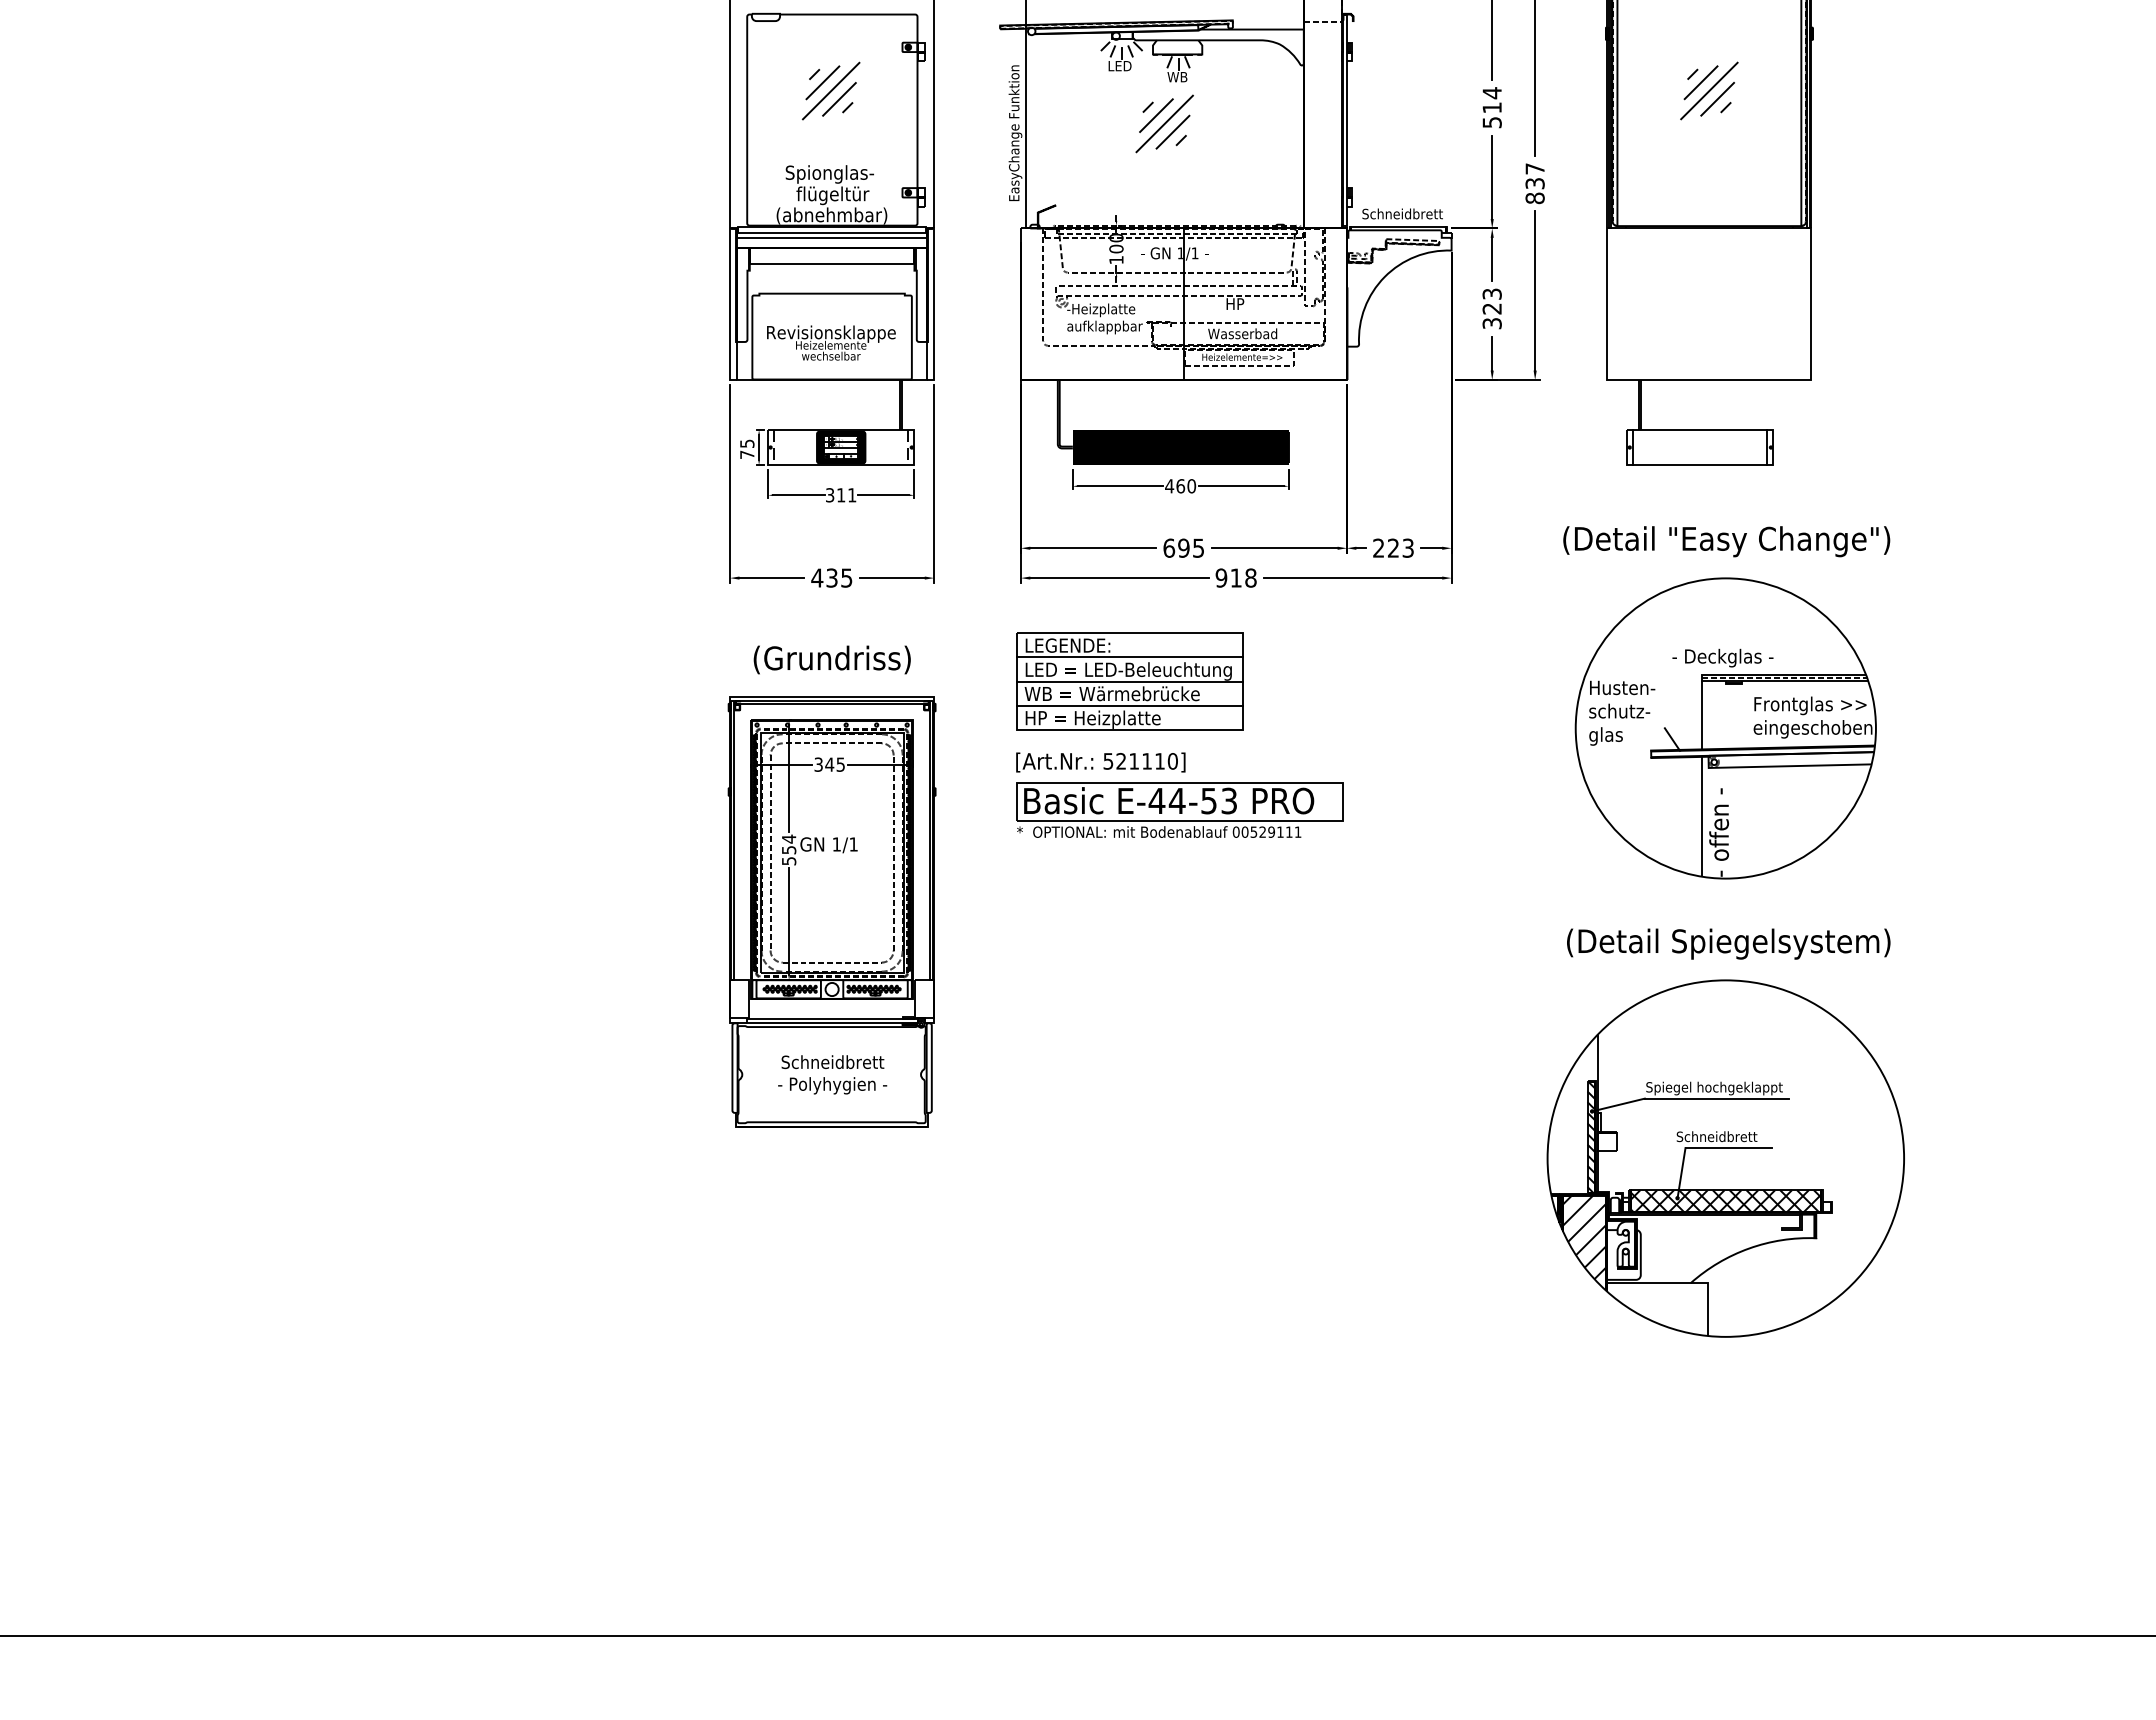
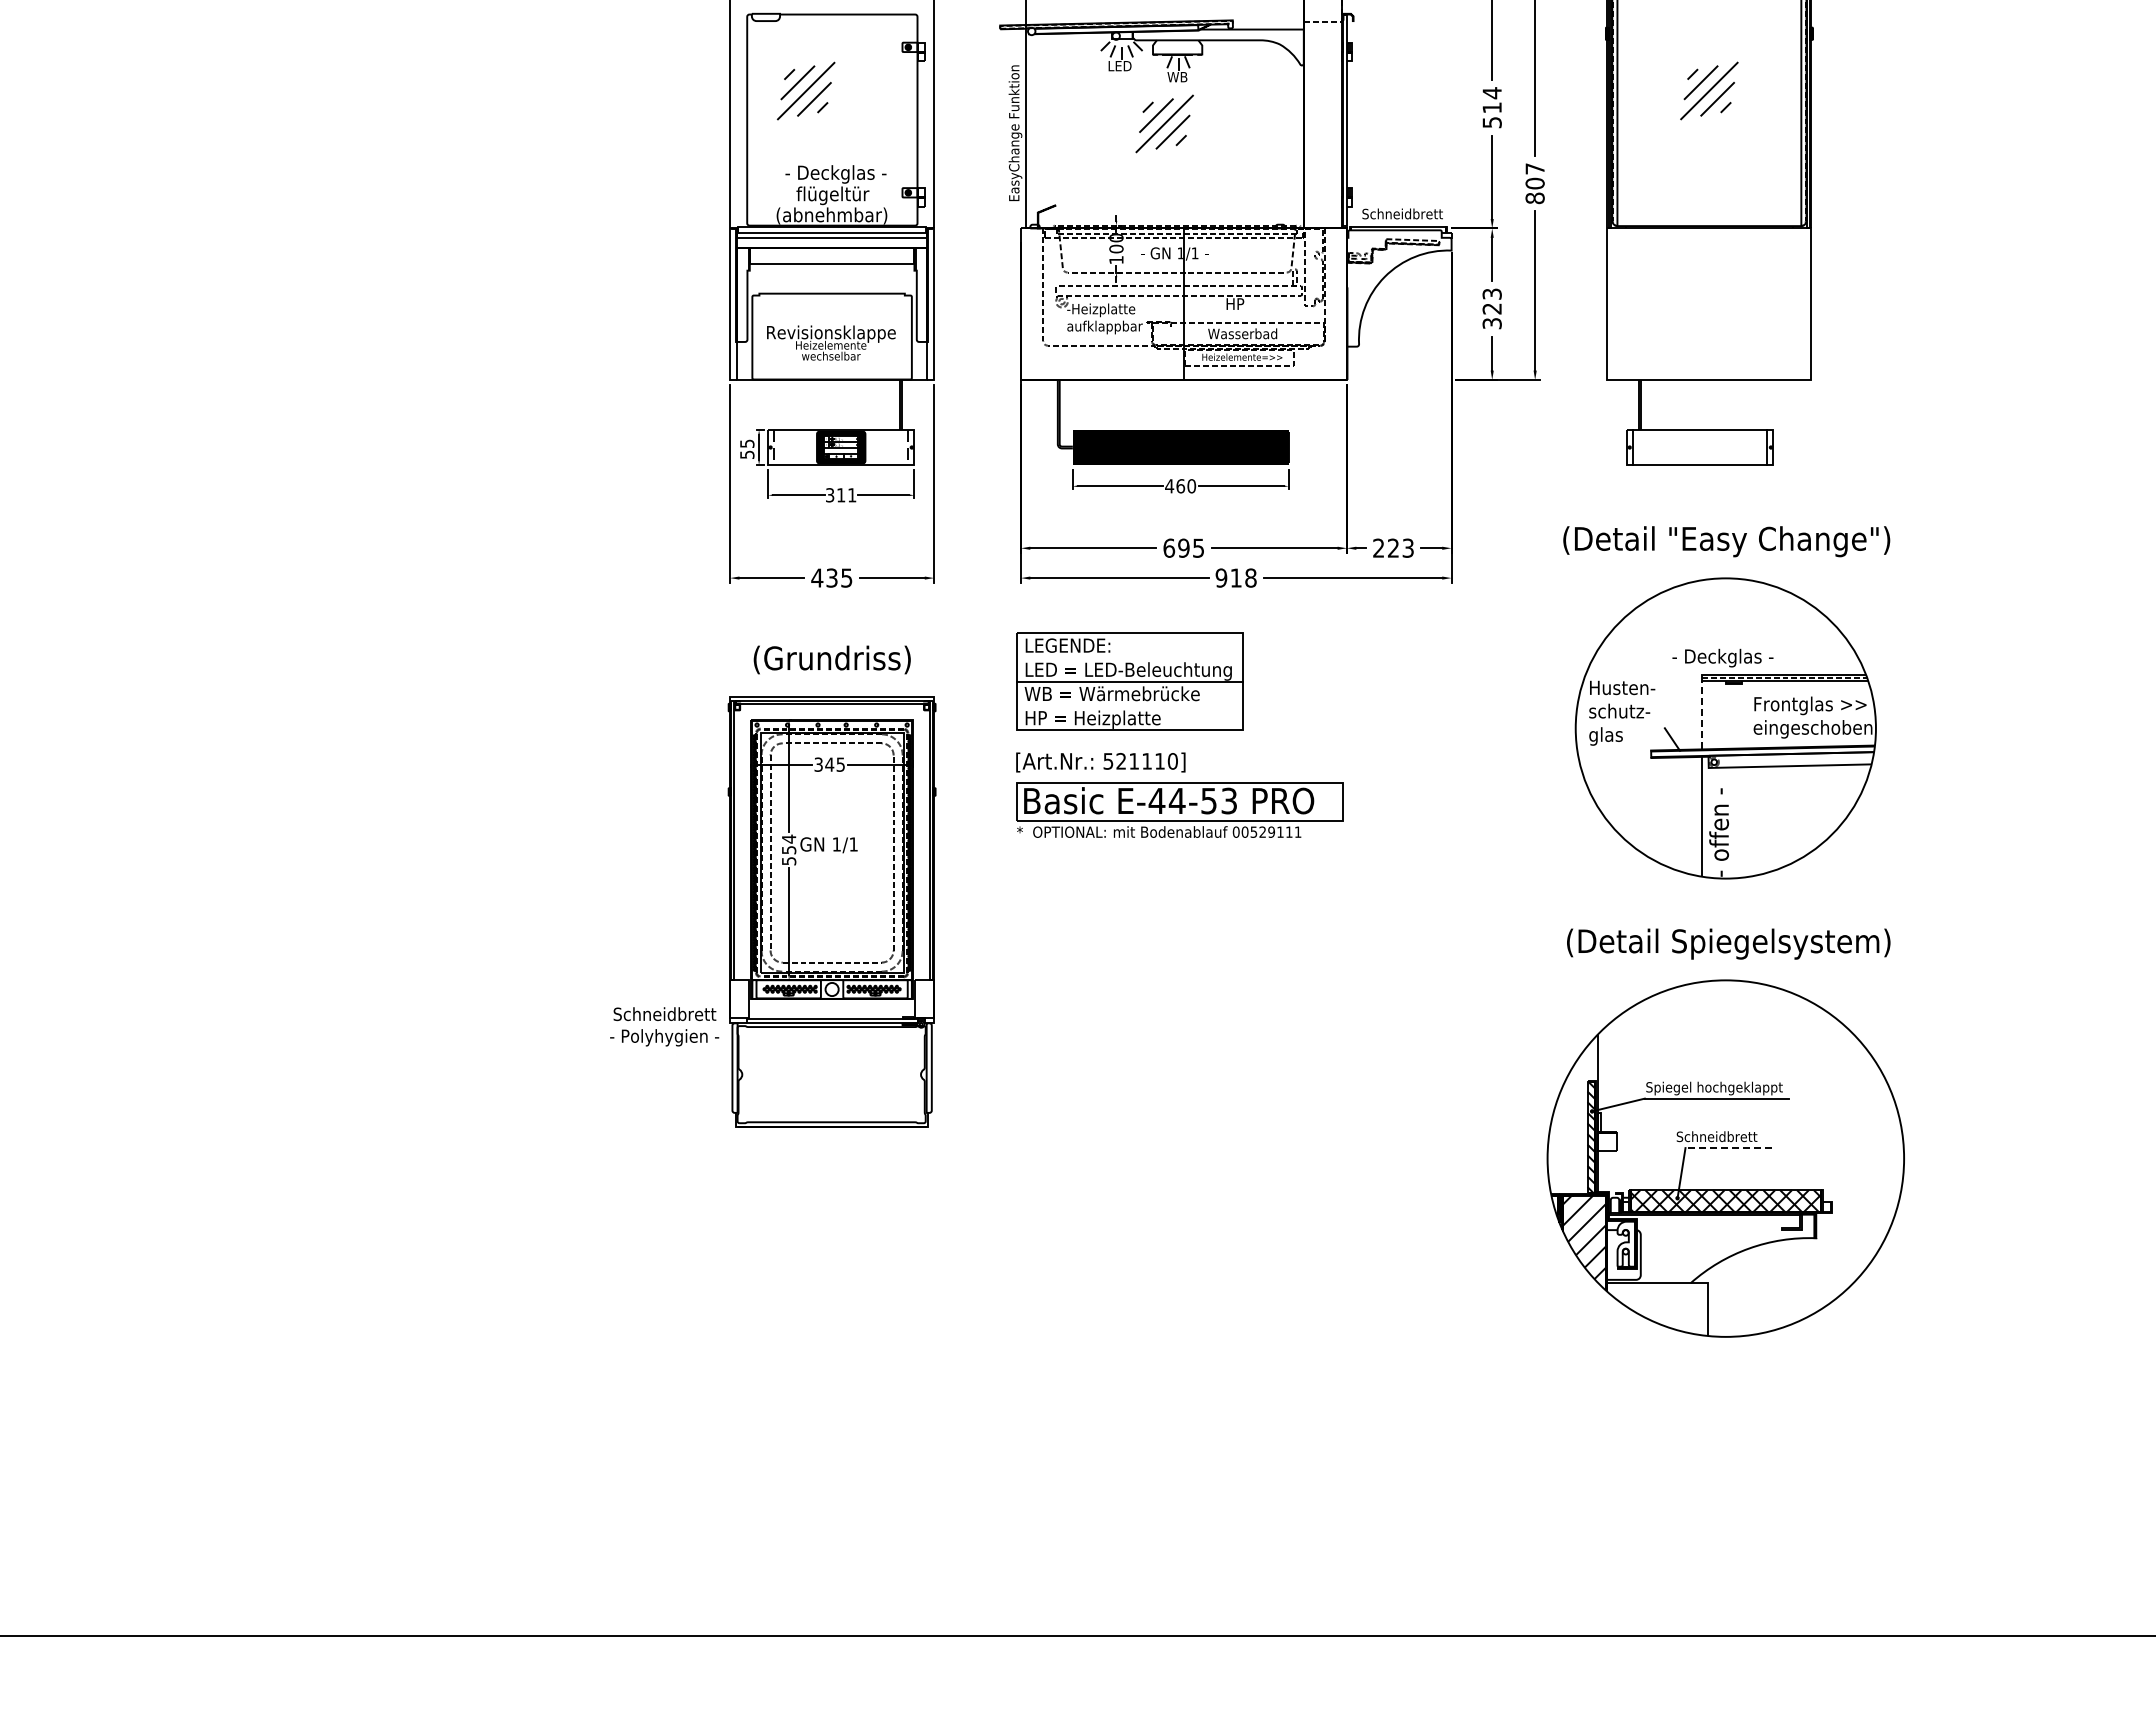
part at (830, 90) position: (830, 90) -> (805, 90)
text at (835, 174): Spionglas- -> - Deckglas -
text at (1534, 183): 837 -> 807
text at (747, 454): 75 -> 55
line at (1129, 657): present -> none
line at (1129, 705): present -> none
line at (1702, 714): solid -> dashed
text at (832, 1074) position: (832, 1074) -> (664, 1026)
line at (1728, 1148): solid -> dashed
